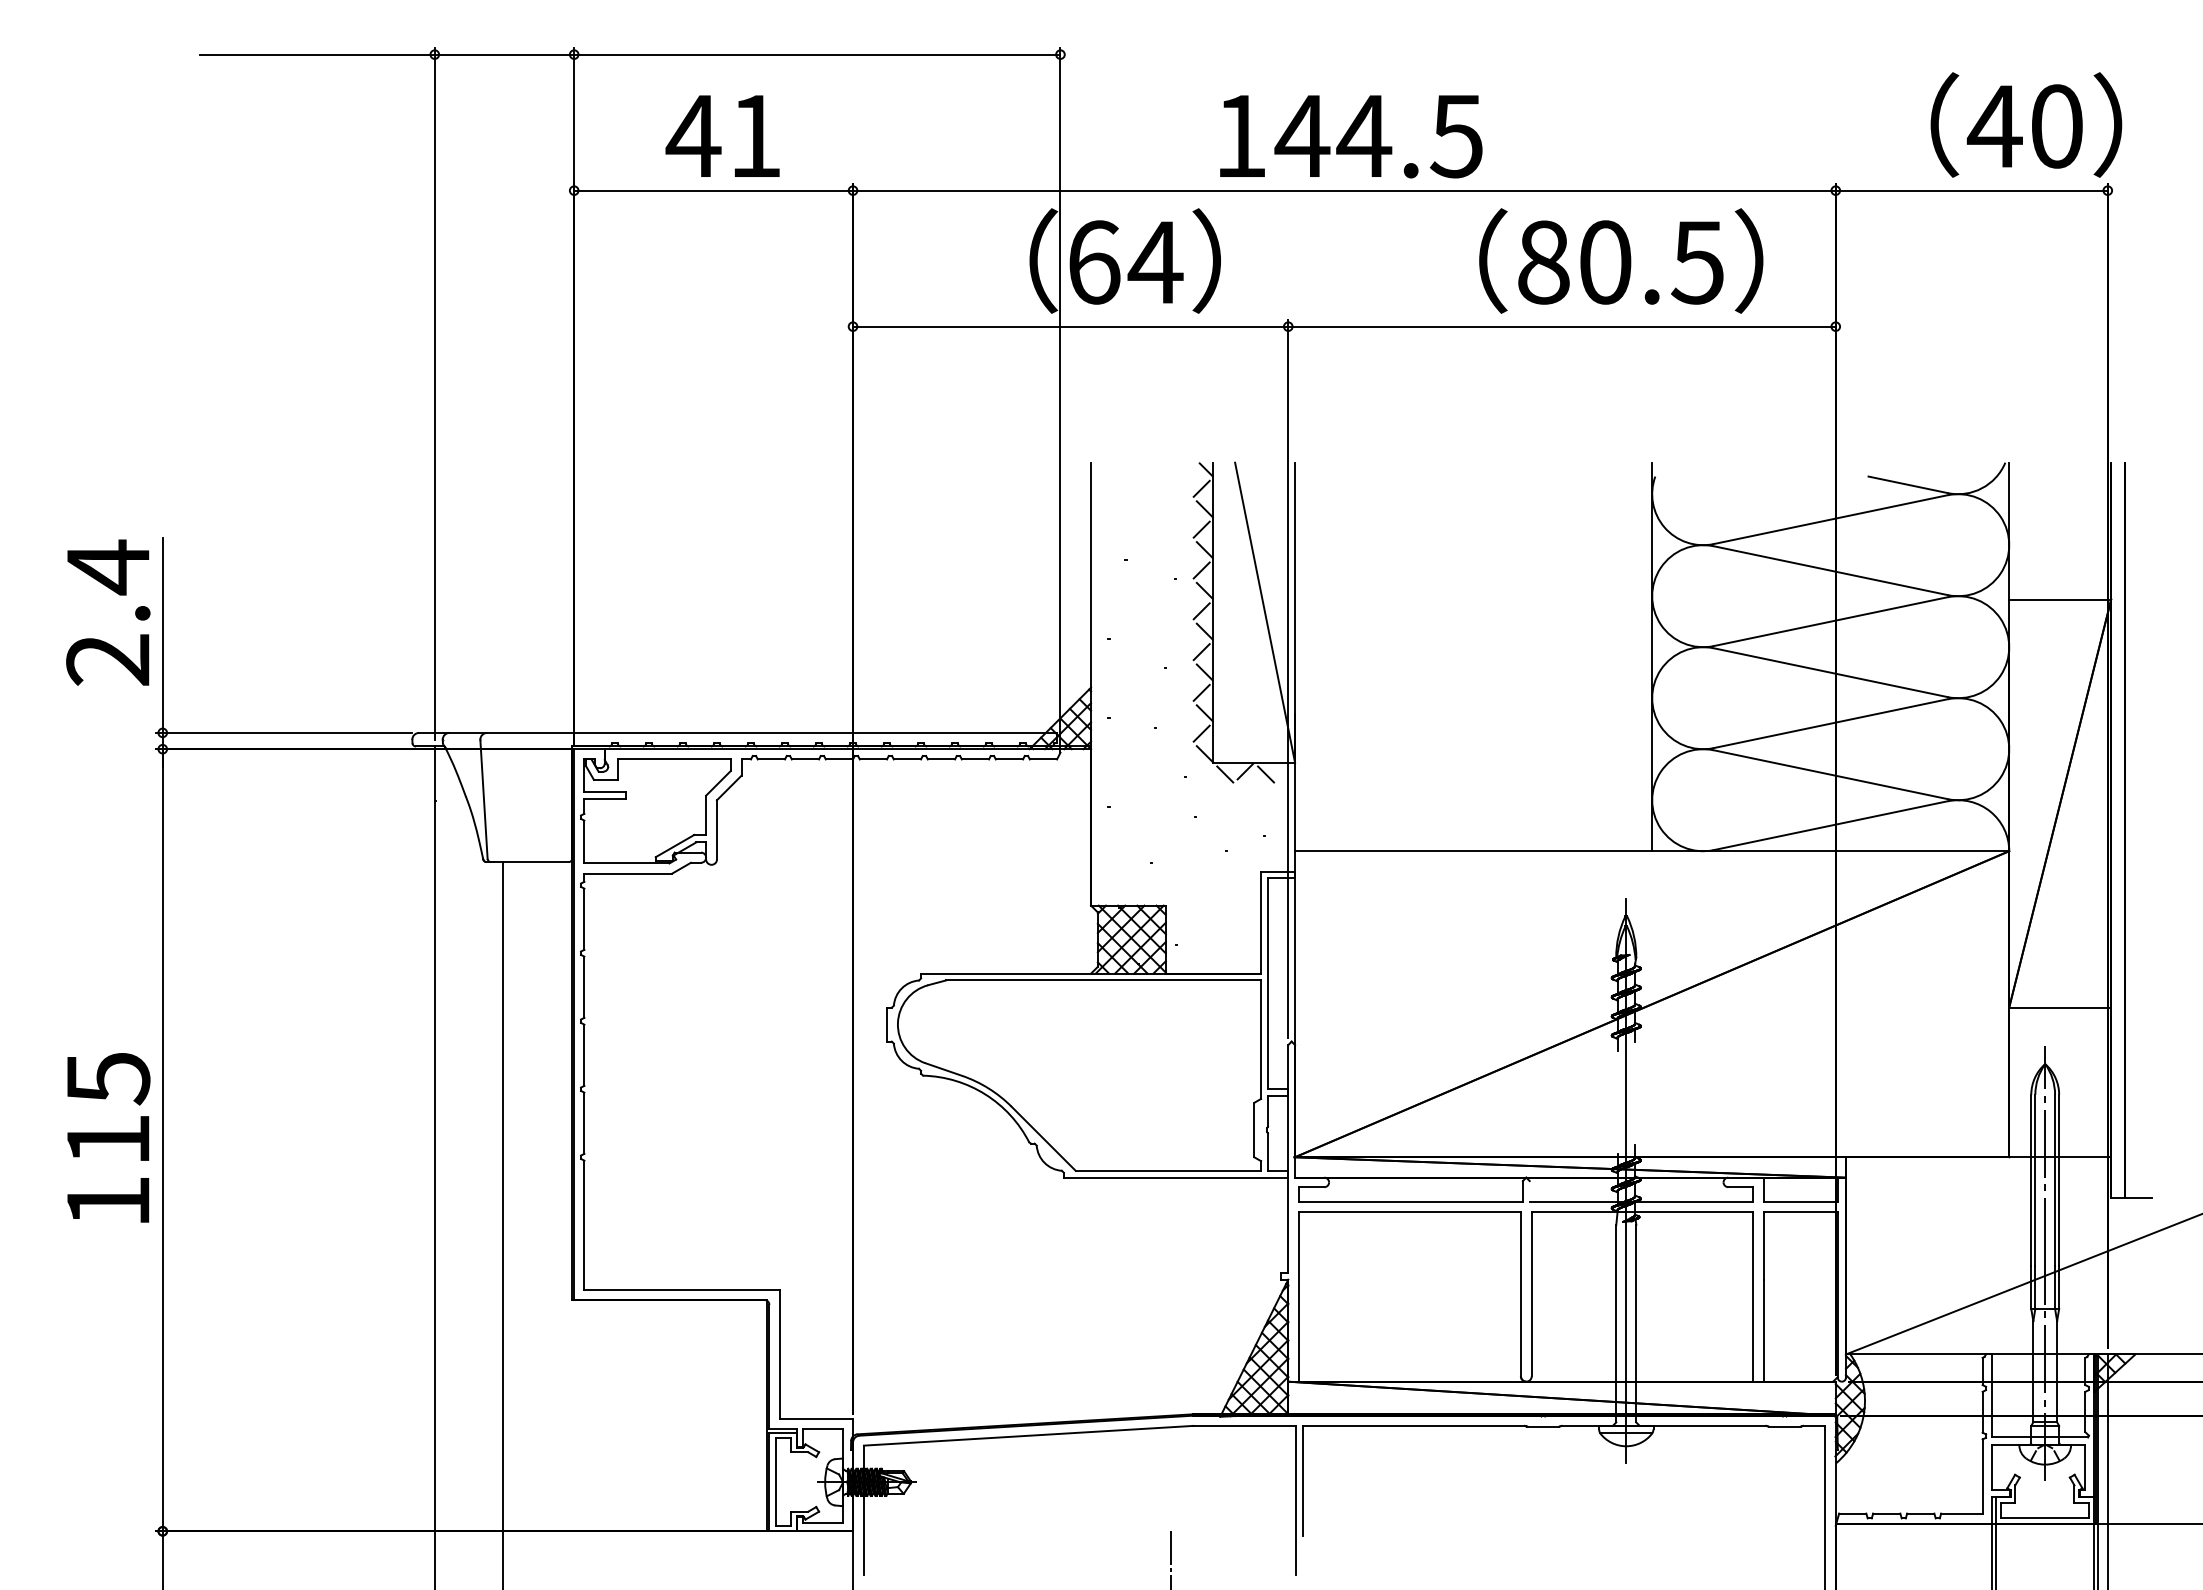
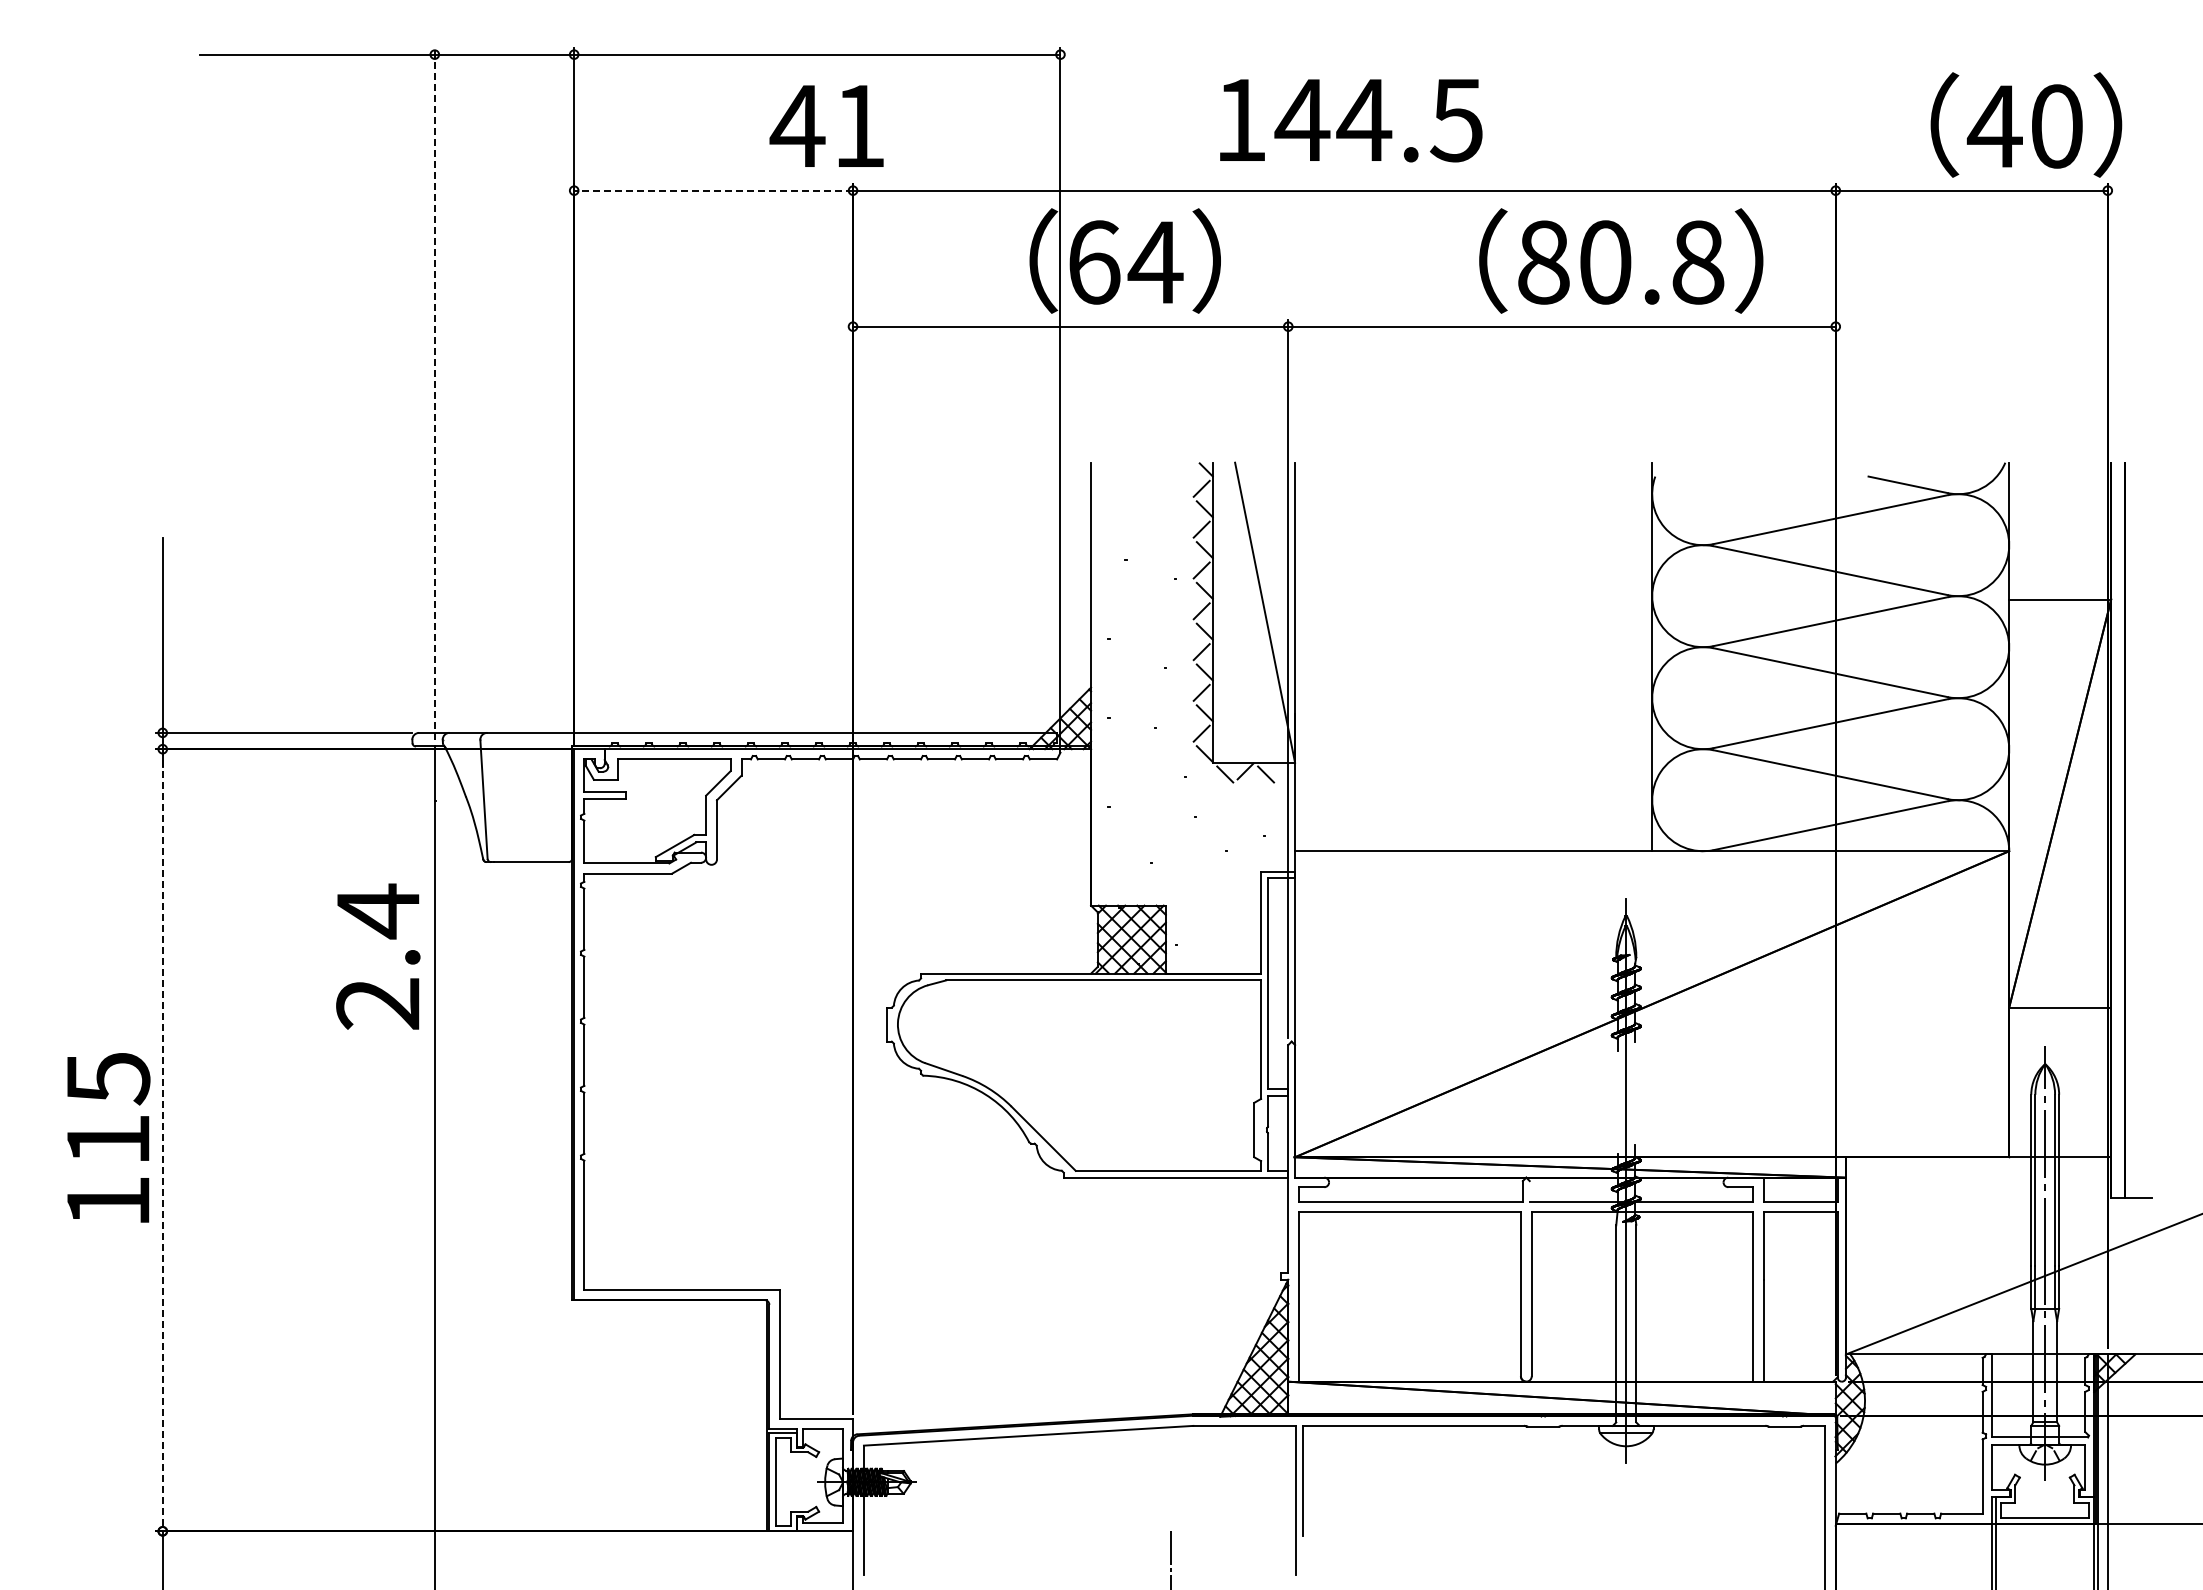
text at (722, 135) position: (722, 135) -> (826, 125)
text at (1351, 136) position: (1351, 136) -> (1351, 120)
line at (713, 190): solid -> dashed
text at (1697, 262): 80.5 -> 80.8
line at (434, 393): solid -> dashed
text at (108, 612) position: (108, 612) -> (378, 956)
line at (162, 1140): solid -> dashed
line at (502, 1224): present -> none
